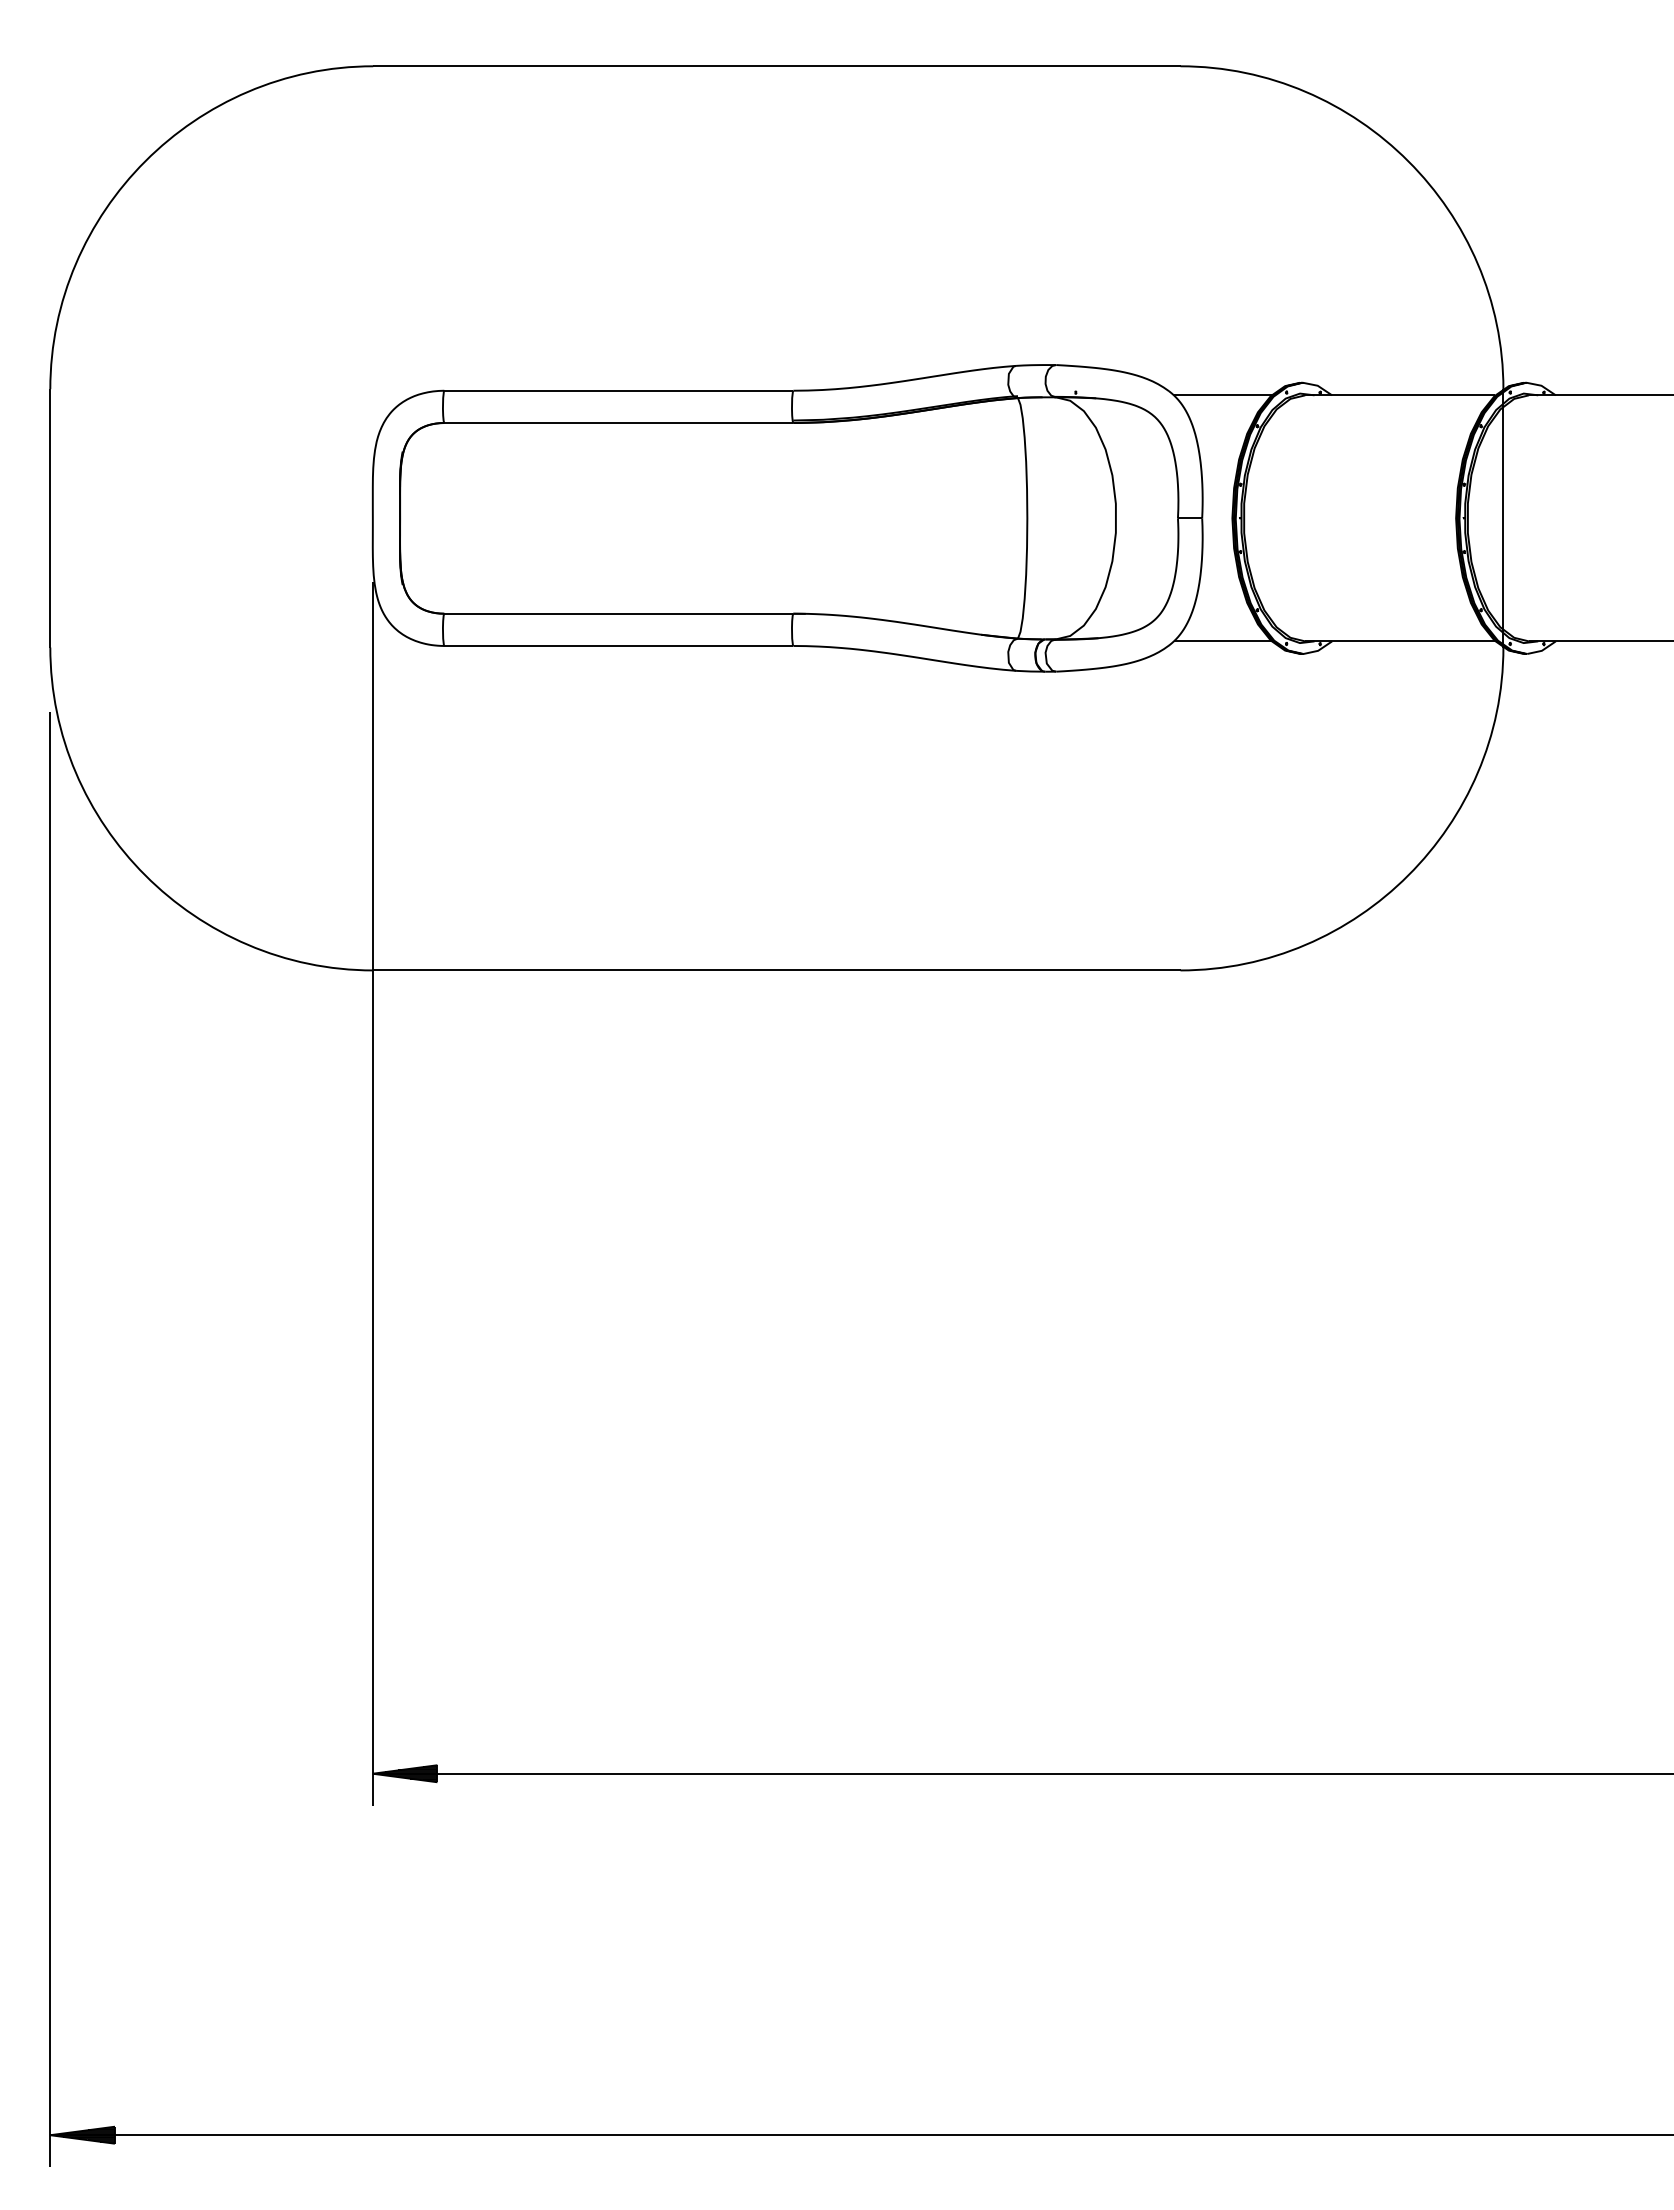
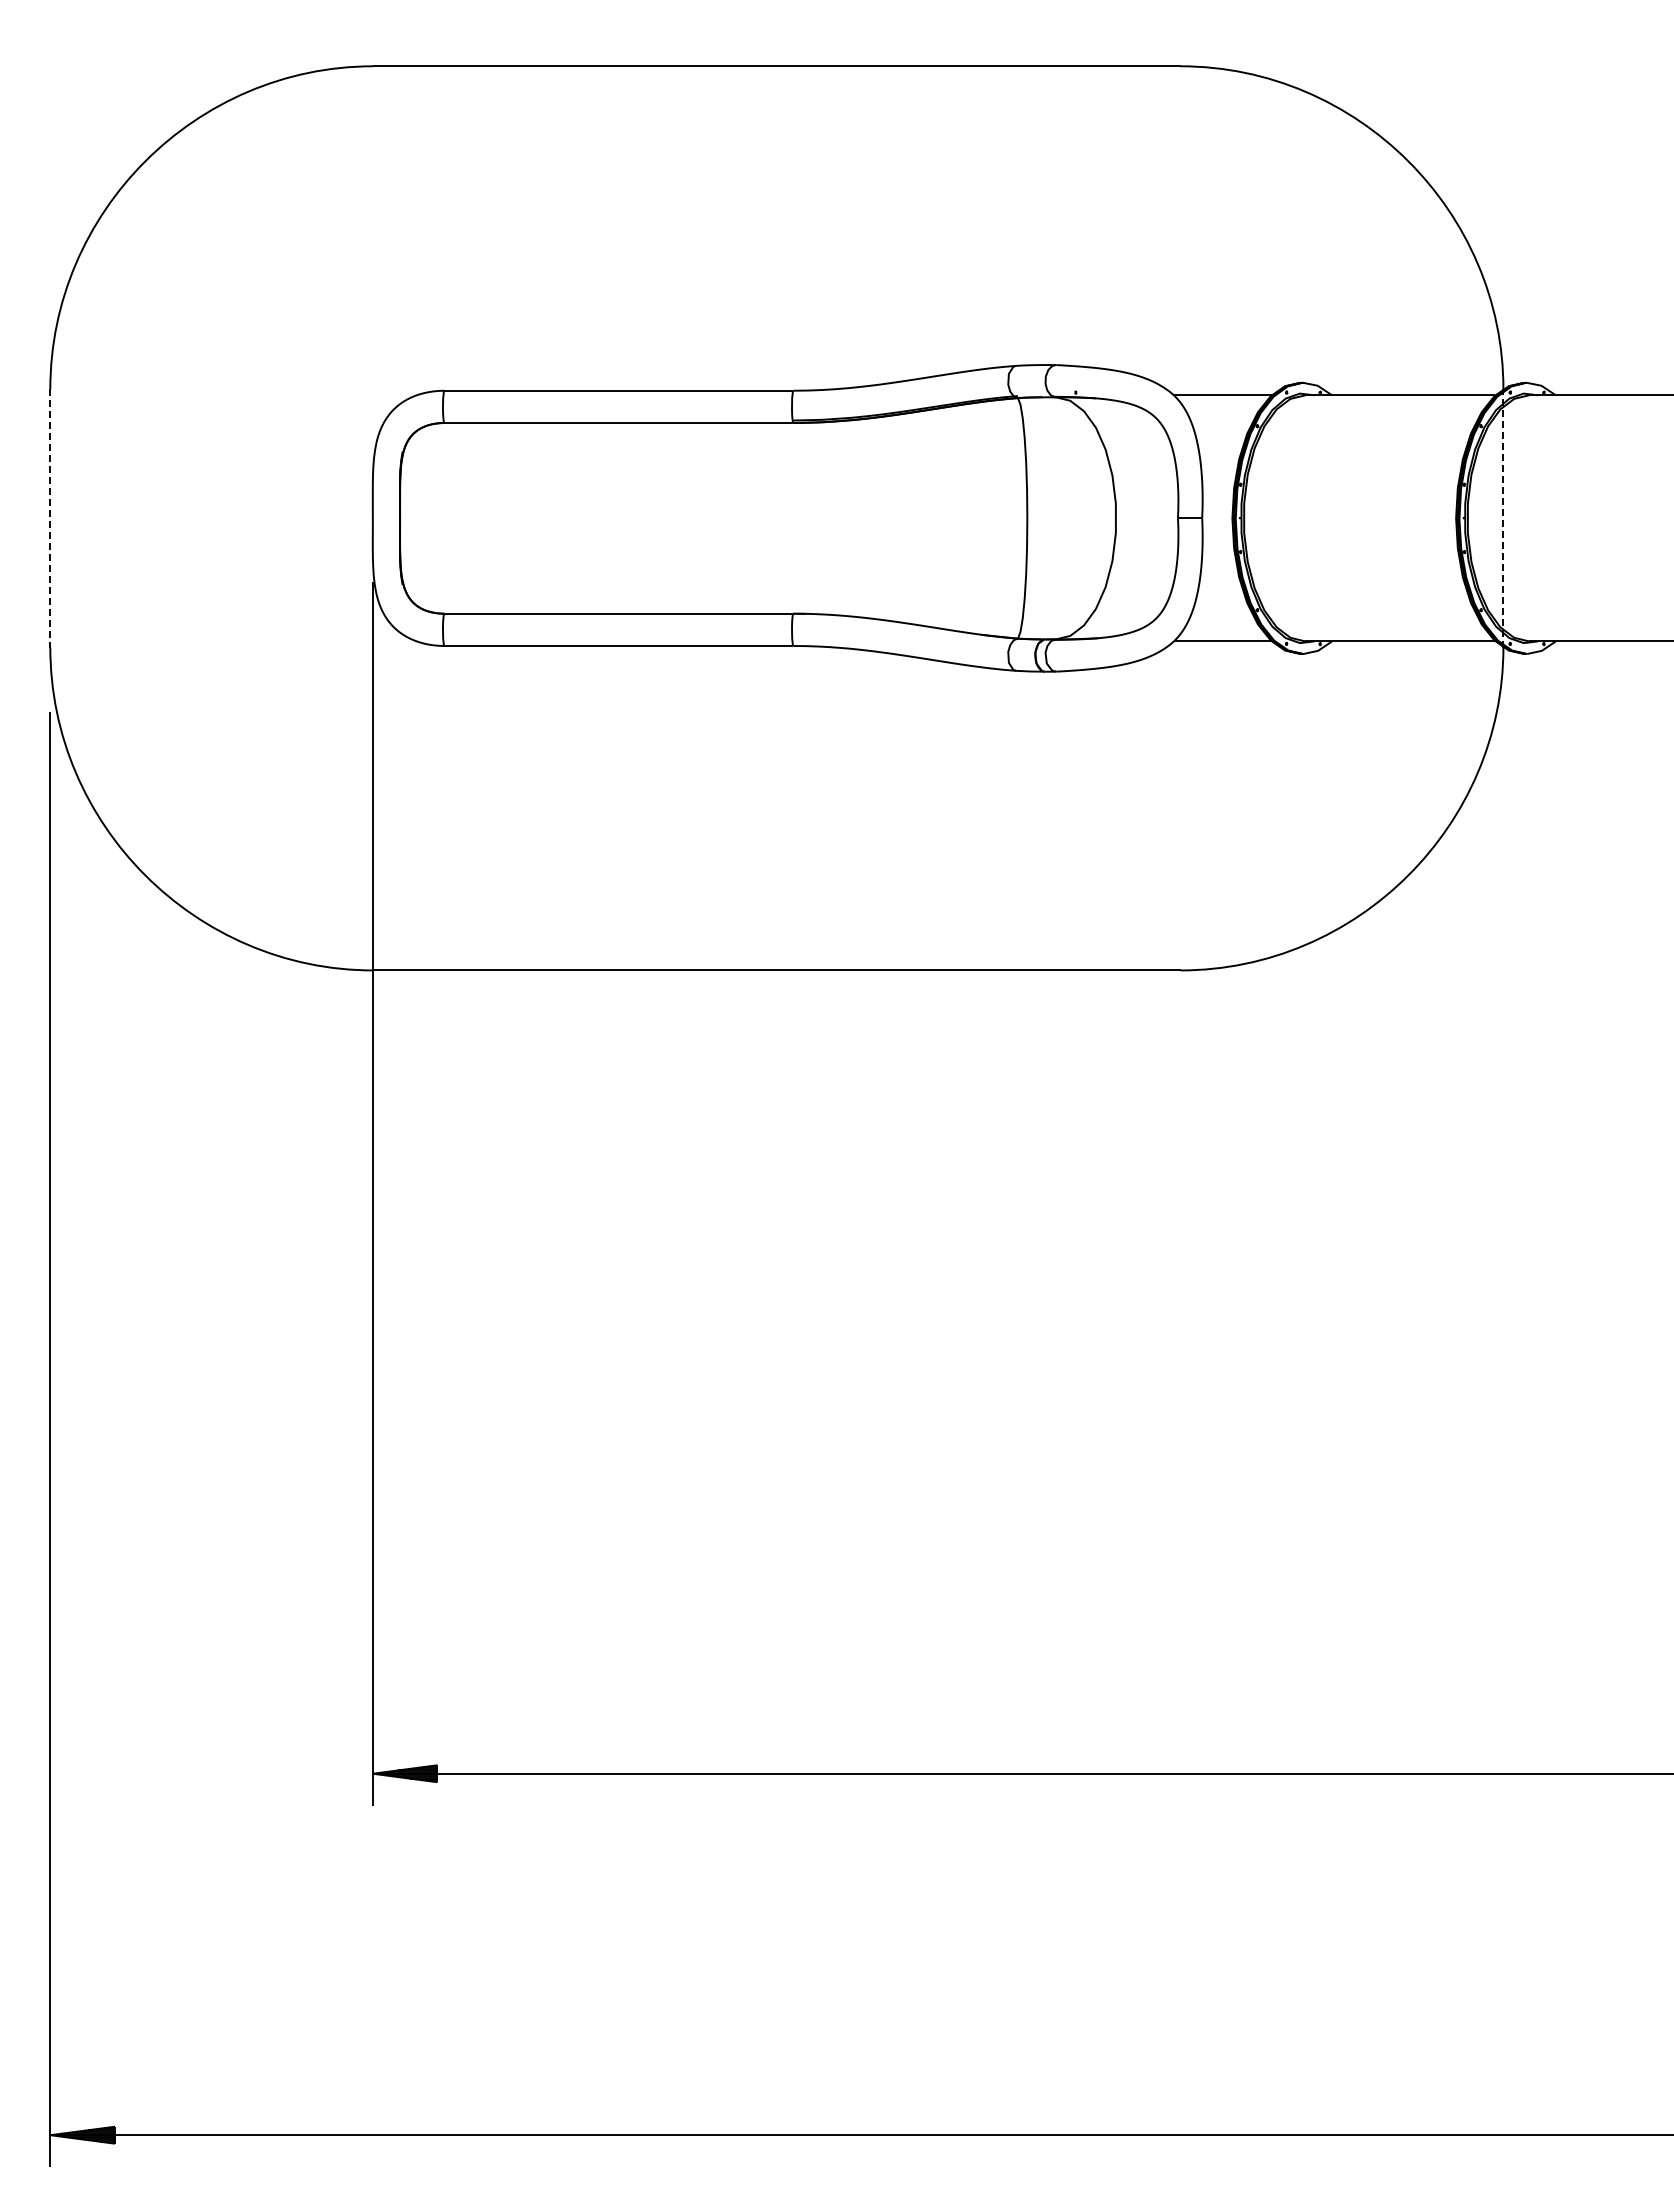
line at (1503, 517): solid -> dashed
line at (50, 518): solid -> dashed
